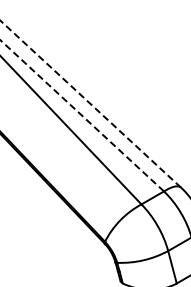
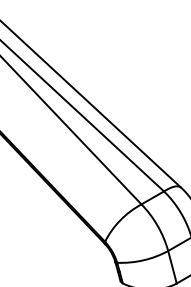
line at (90, 103): dashed -> solid
line at (82, 115): dashed -> solid
